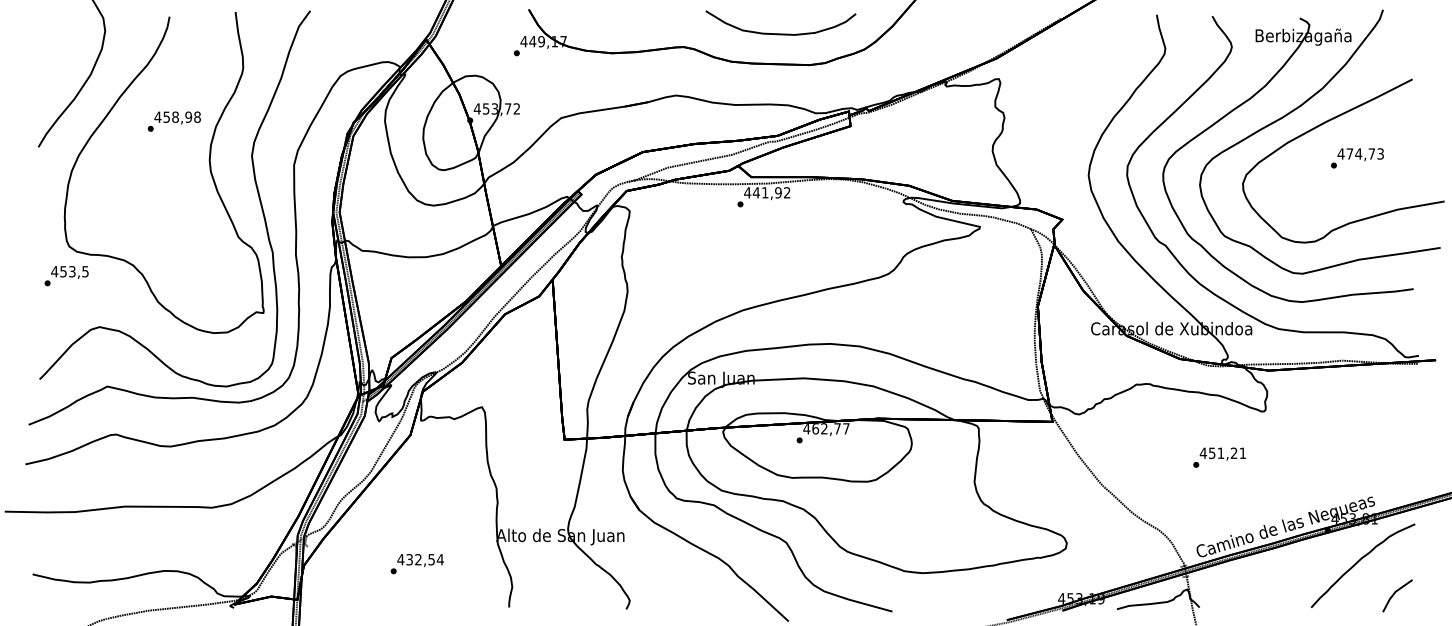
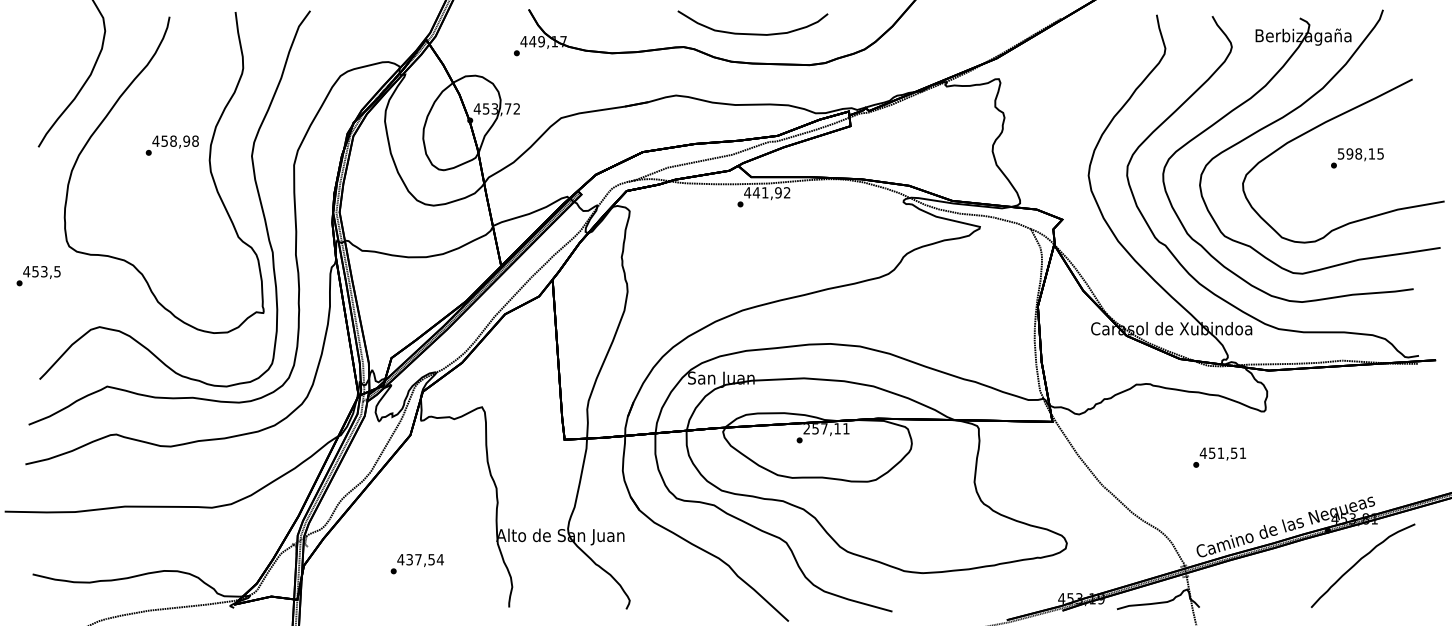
curve at (780, 33) position: (780, 33) -> (752, 33)
text at (173, 121) position: (173, 121) -> (171, 145)
text at (1360, 153): 474,73 -> 598,15
text at (66, 276) position: (66, 276) -> (38, 276)
text at (826, 428): 462,77 -> 257,11
text at (1234, 453): 451,21 -> 451,51
text at (418, 559): 432,54 -> 437,54
line at (1395, 593): present -> none
